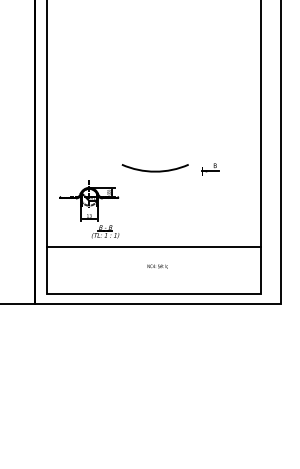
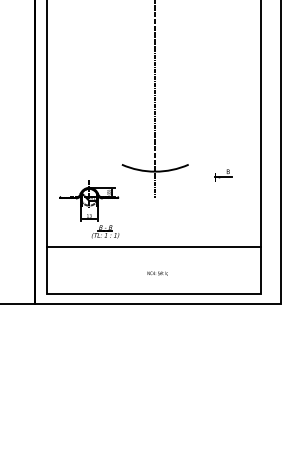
line at (155, 99): none -> present
part at (210, 169) position: (210, 169) -> (223, 175)
text at (157, 266) position: (157, 266) -> (157, 273)
